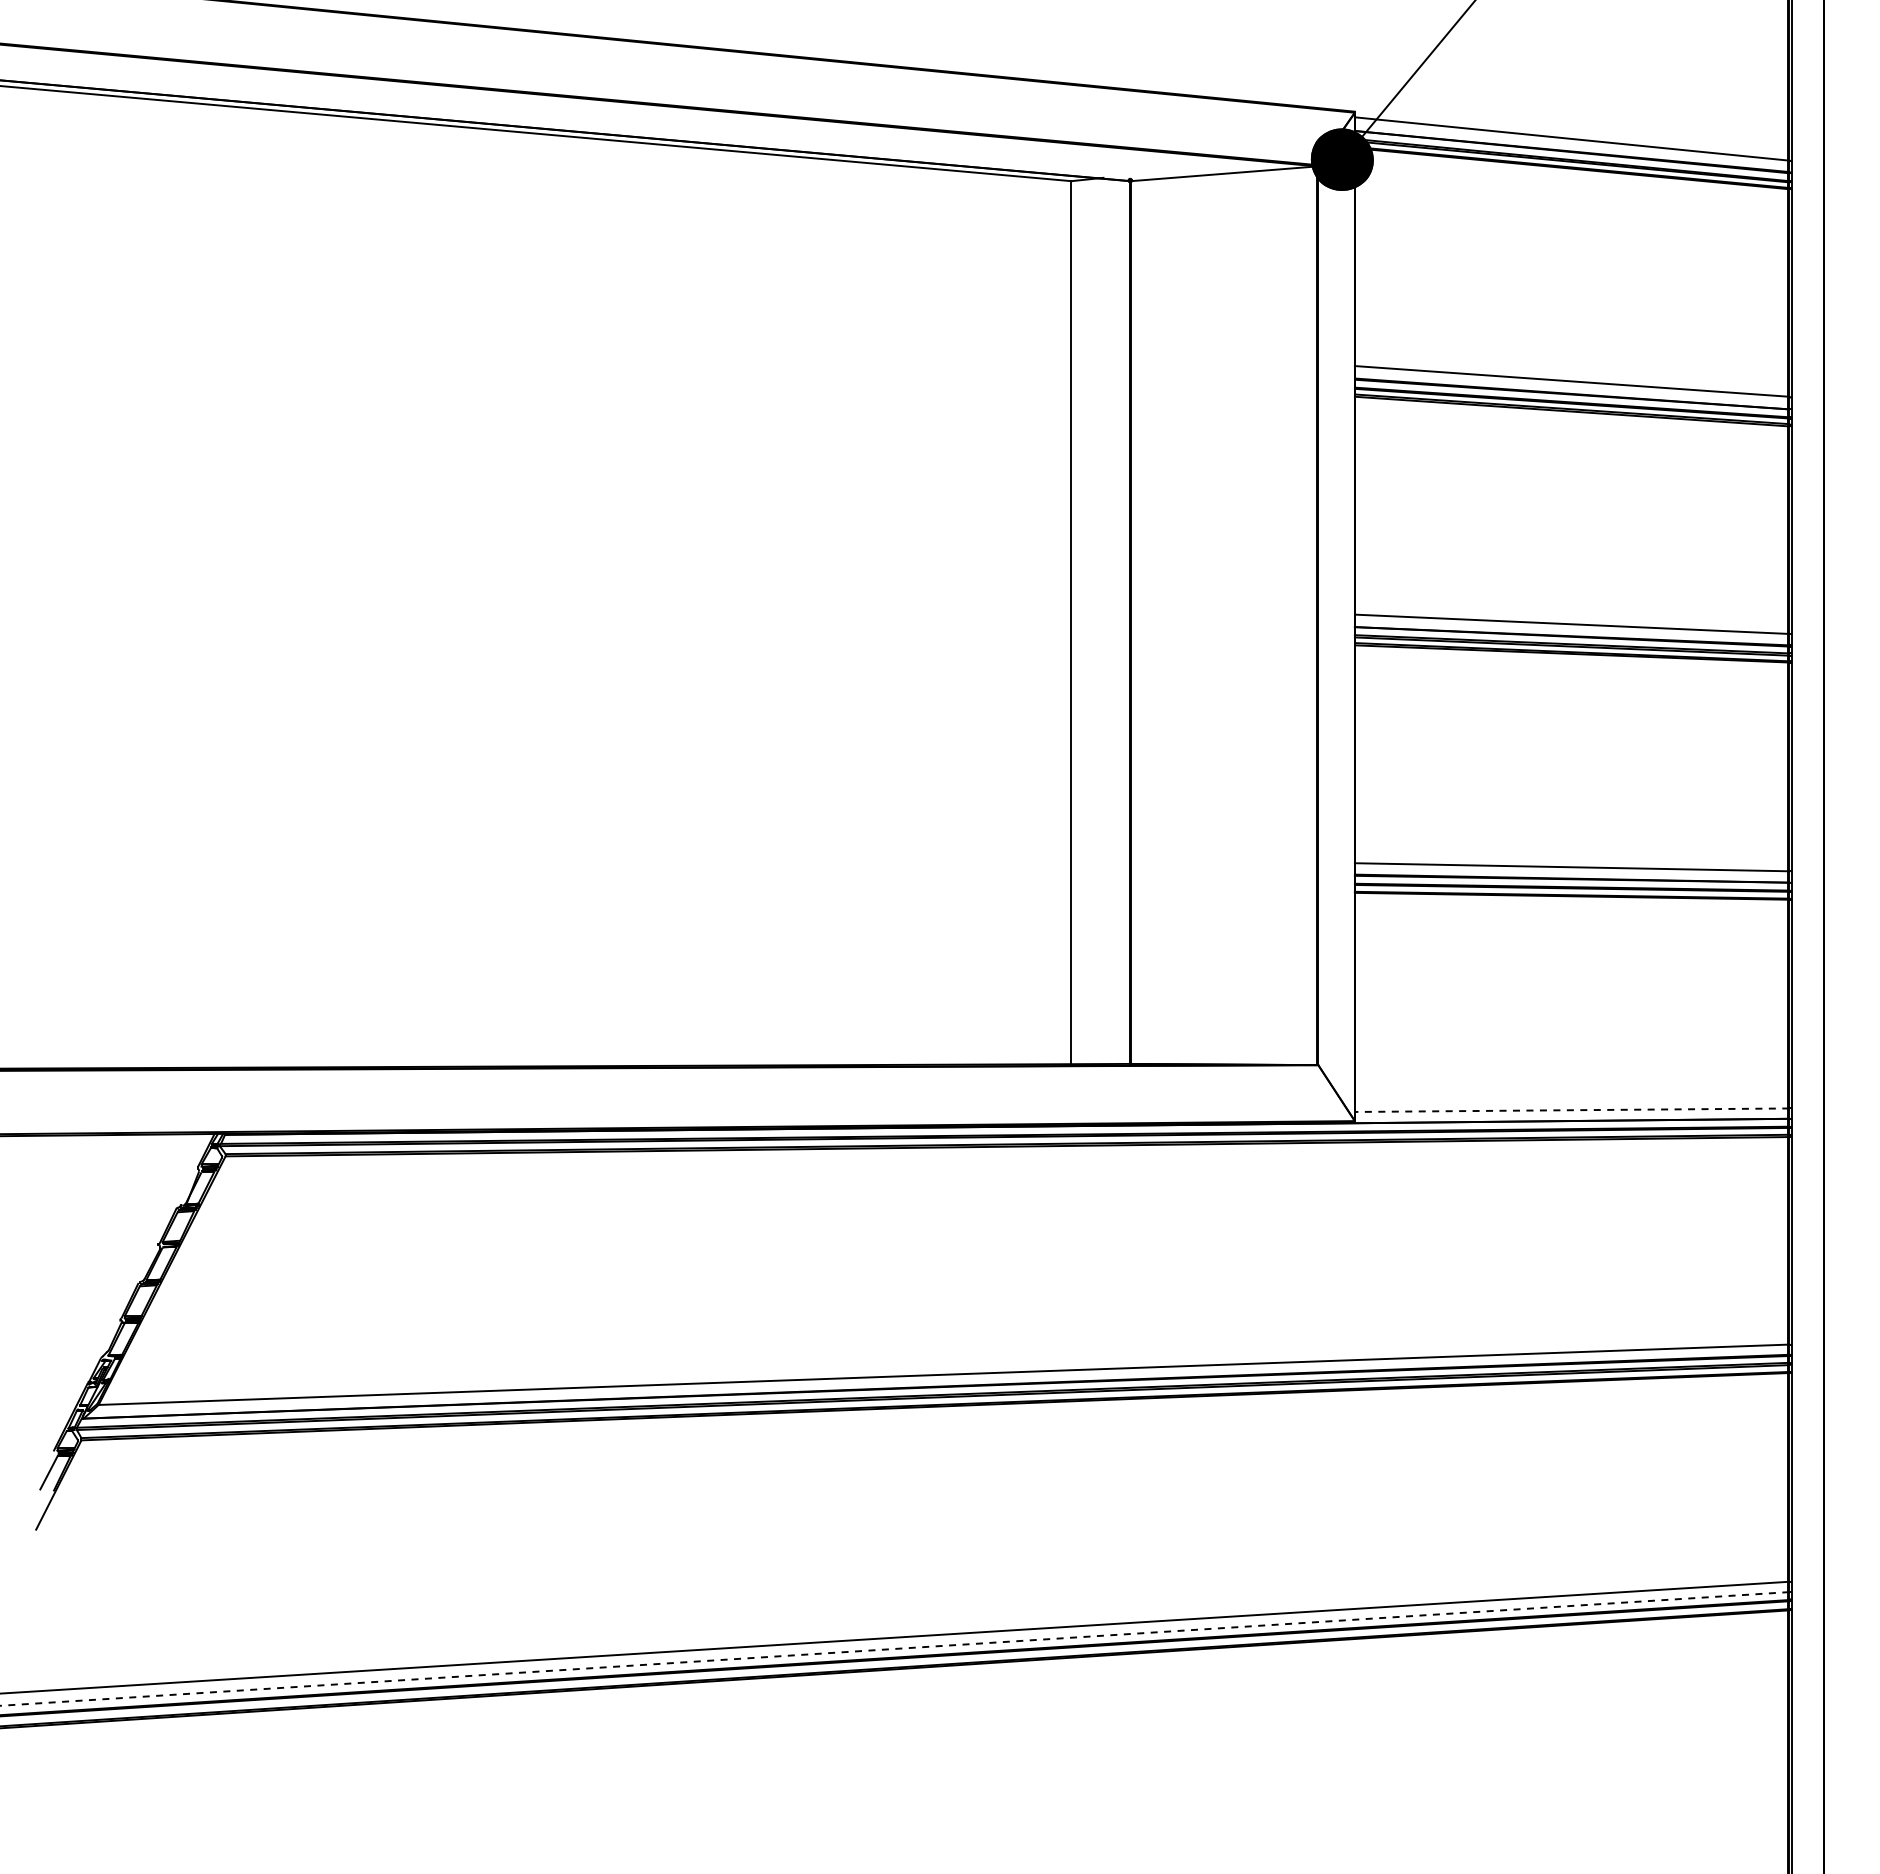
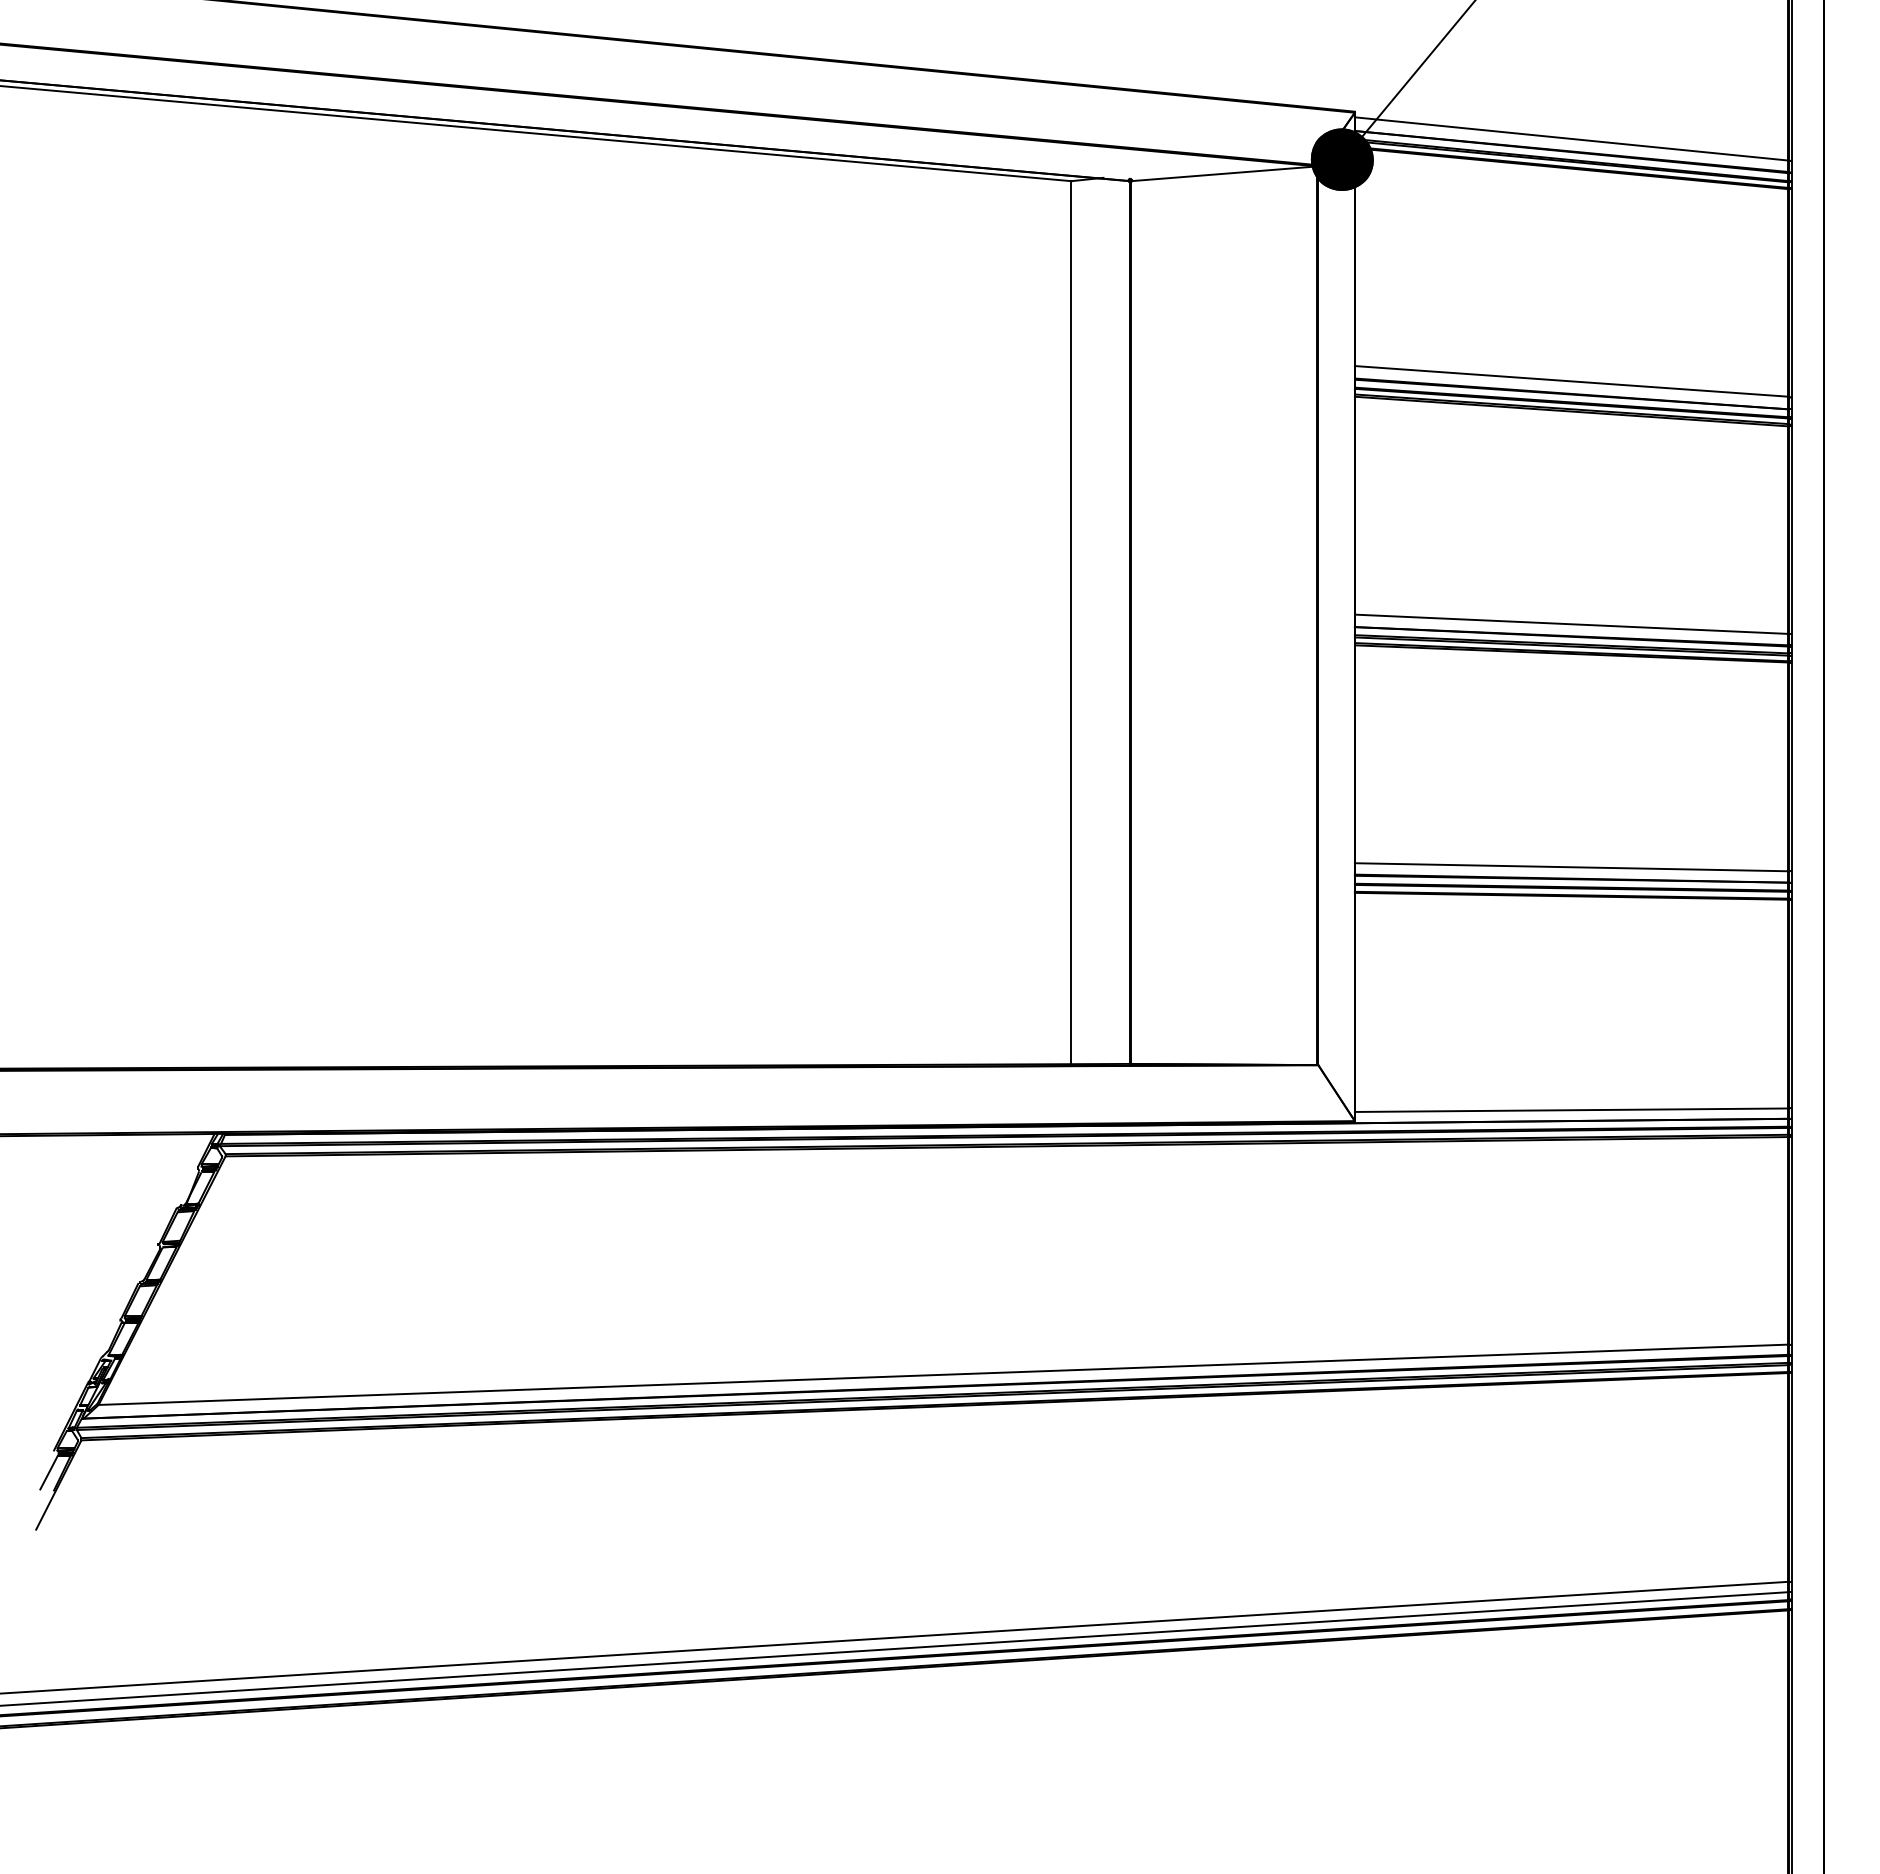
line at (1571, 1110): dashed -> solid
line at (894, 1648): dashed -> solid
